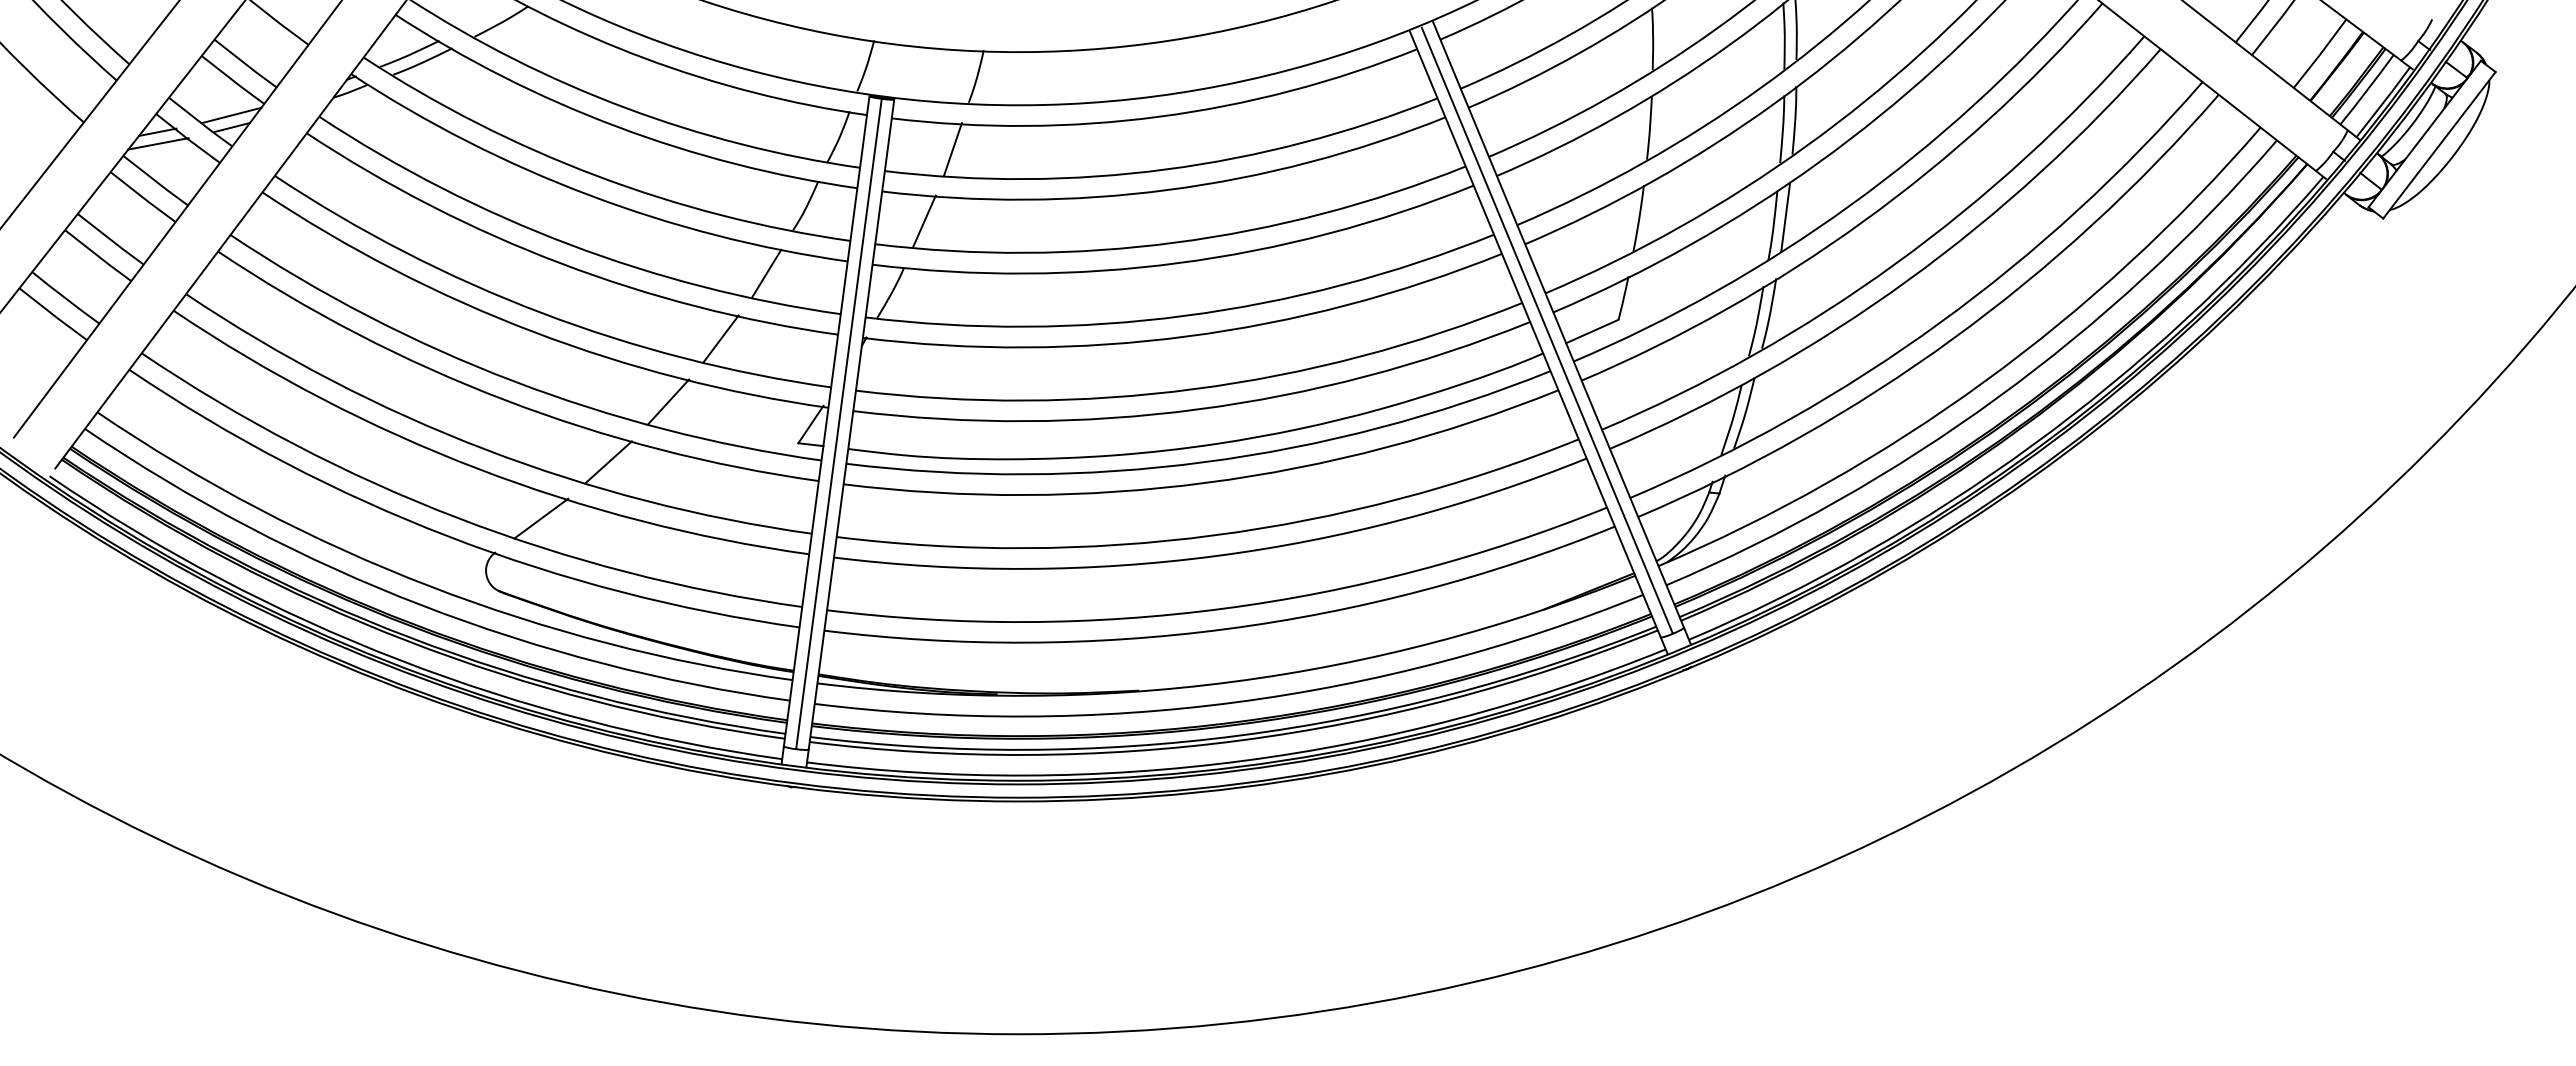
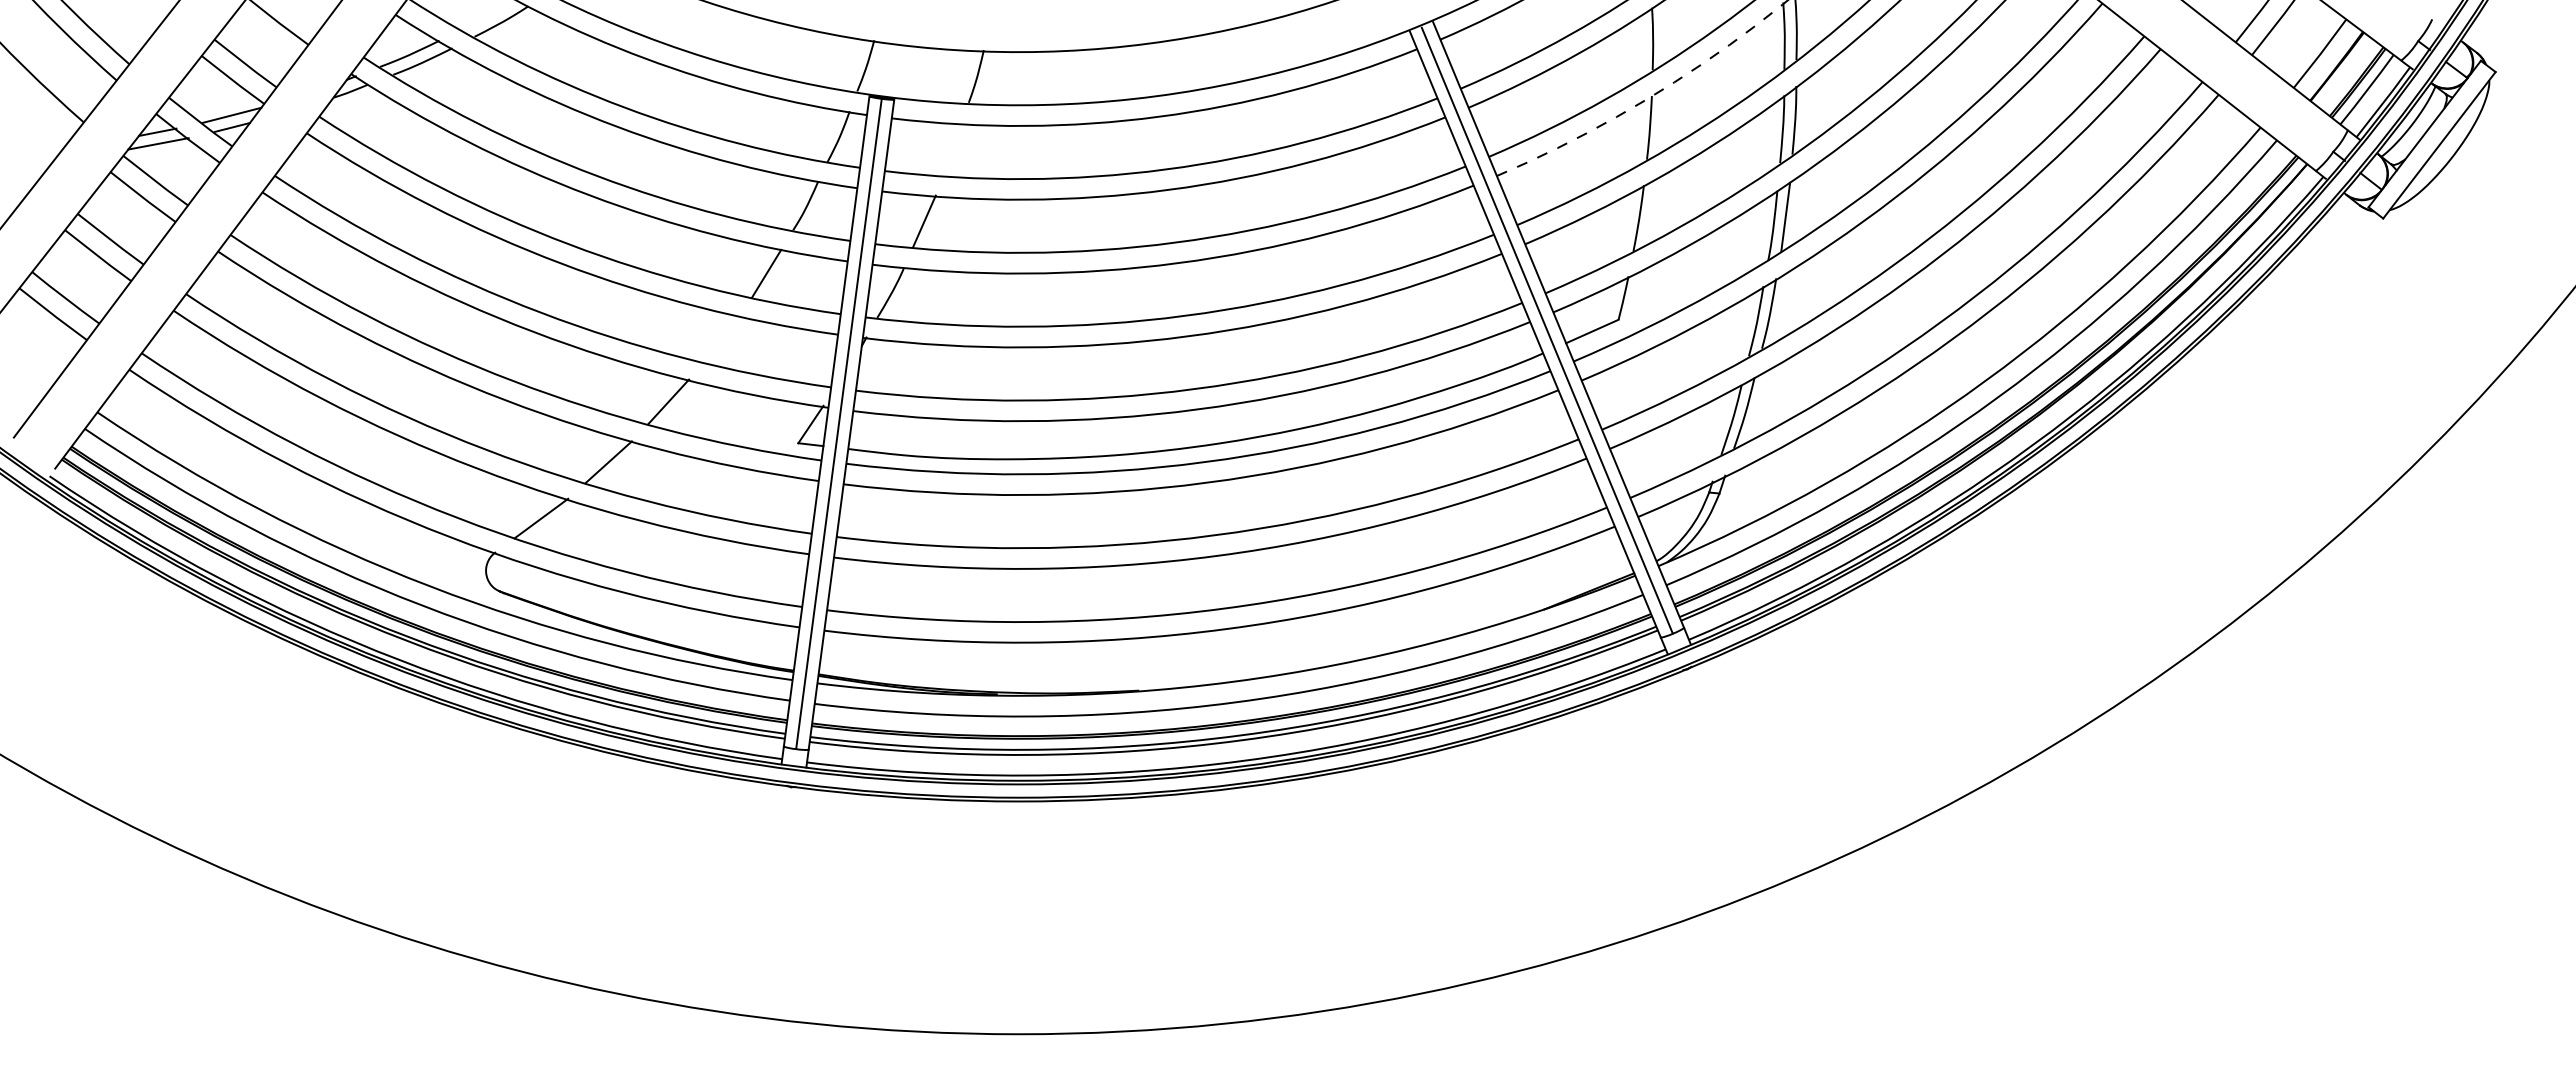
arc at (1649, 97): solid -> dashed
line at (952, 149): present -> none
line at (720, 338): present -> none
